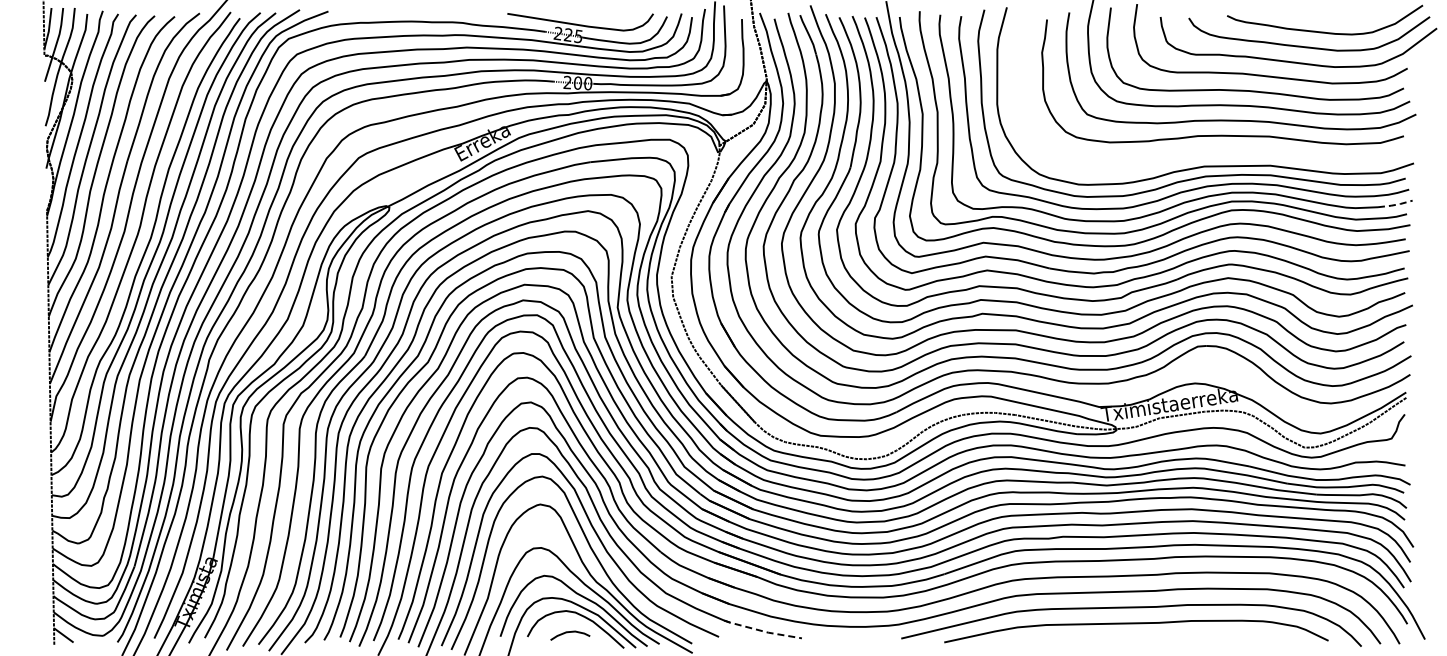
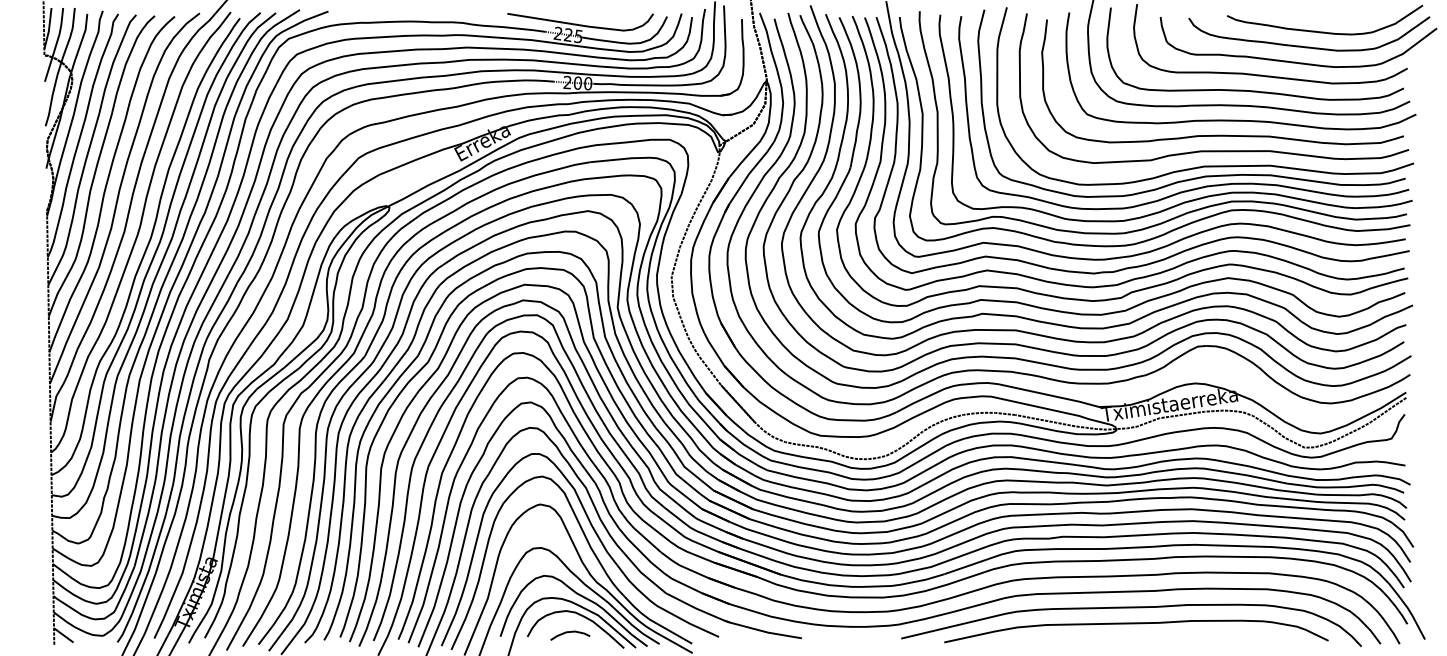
curve at (1213, 150): none -> present
line at (1395, 204): dashed -> solid
line at (762, 631): dashed -> solid
